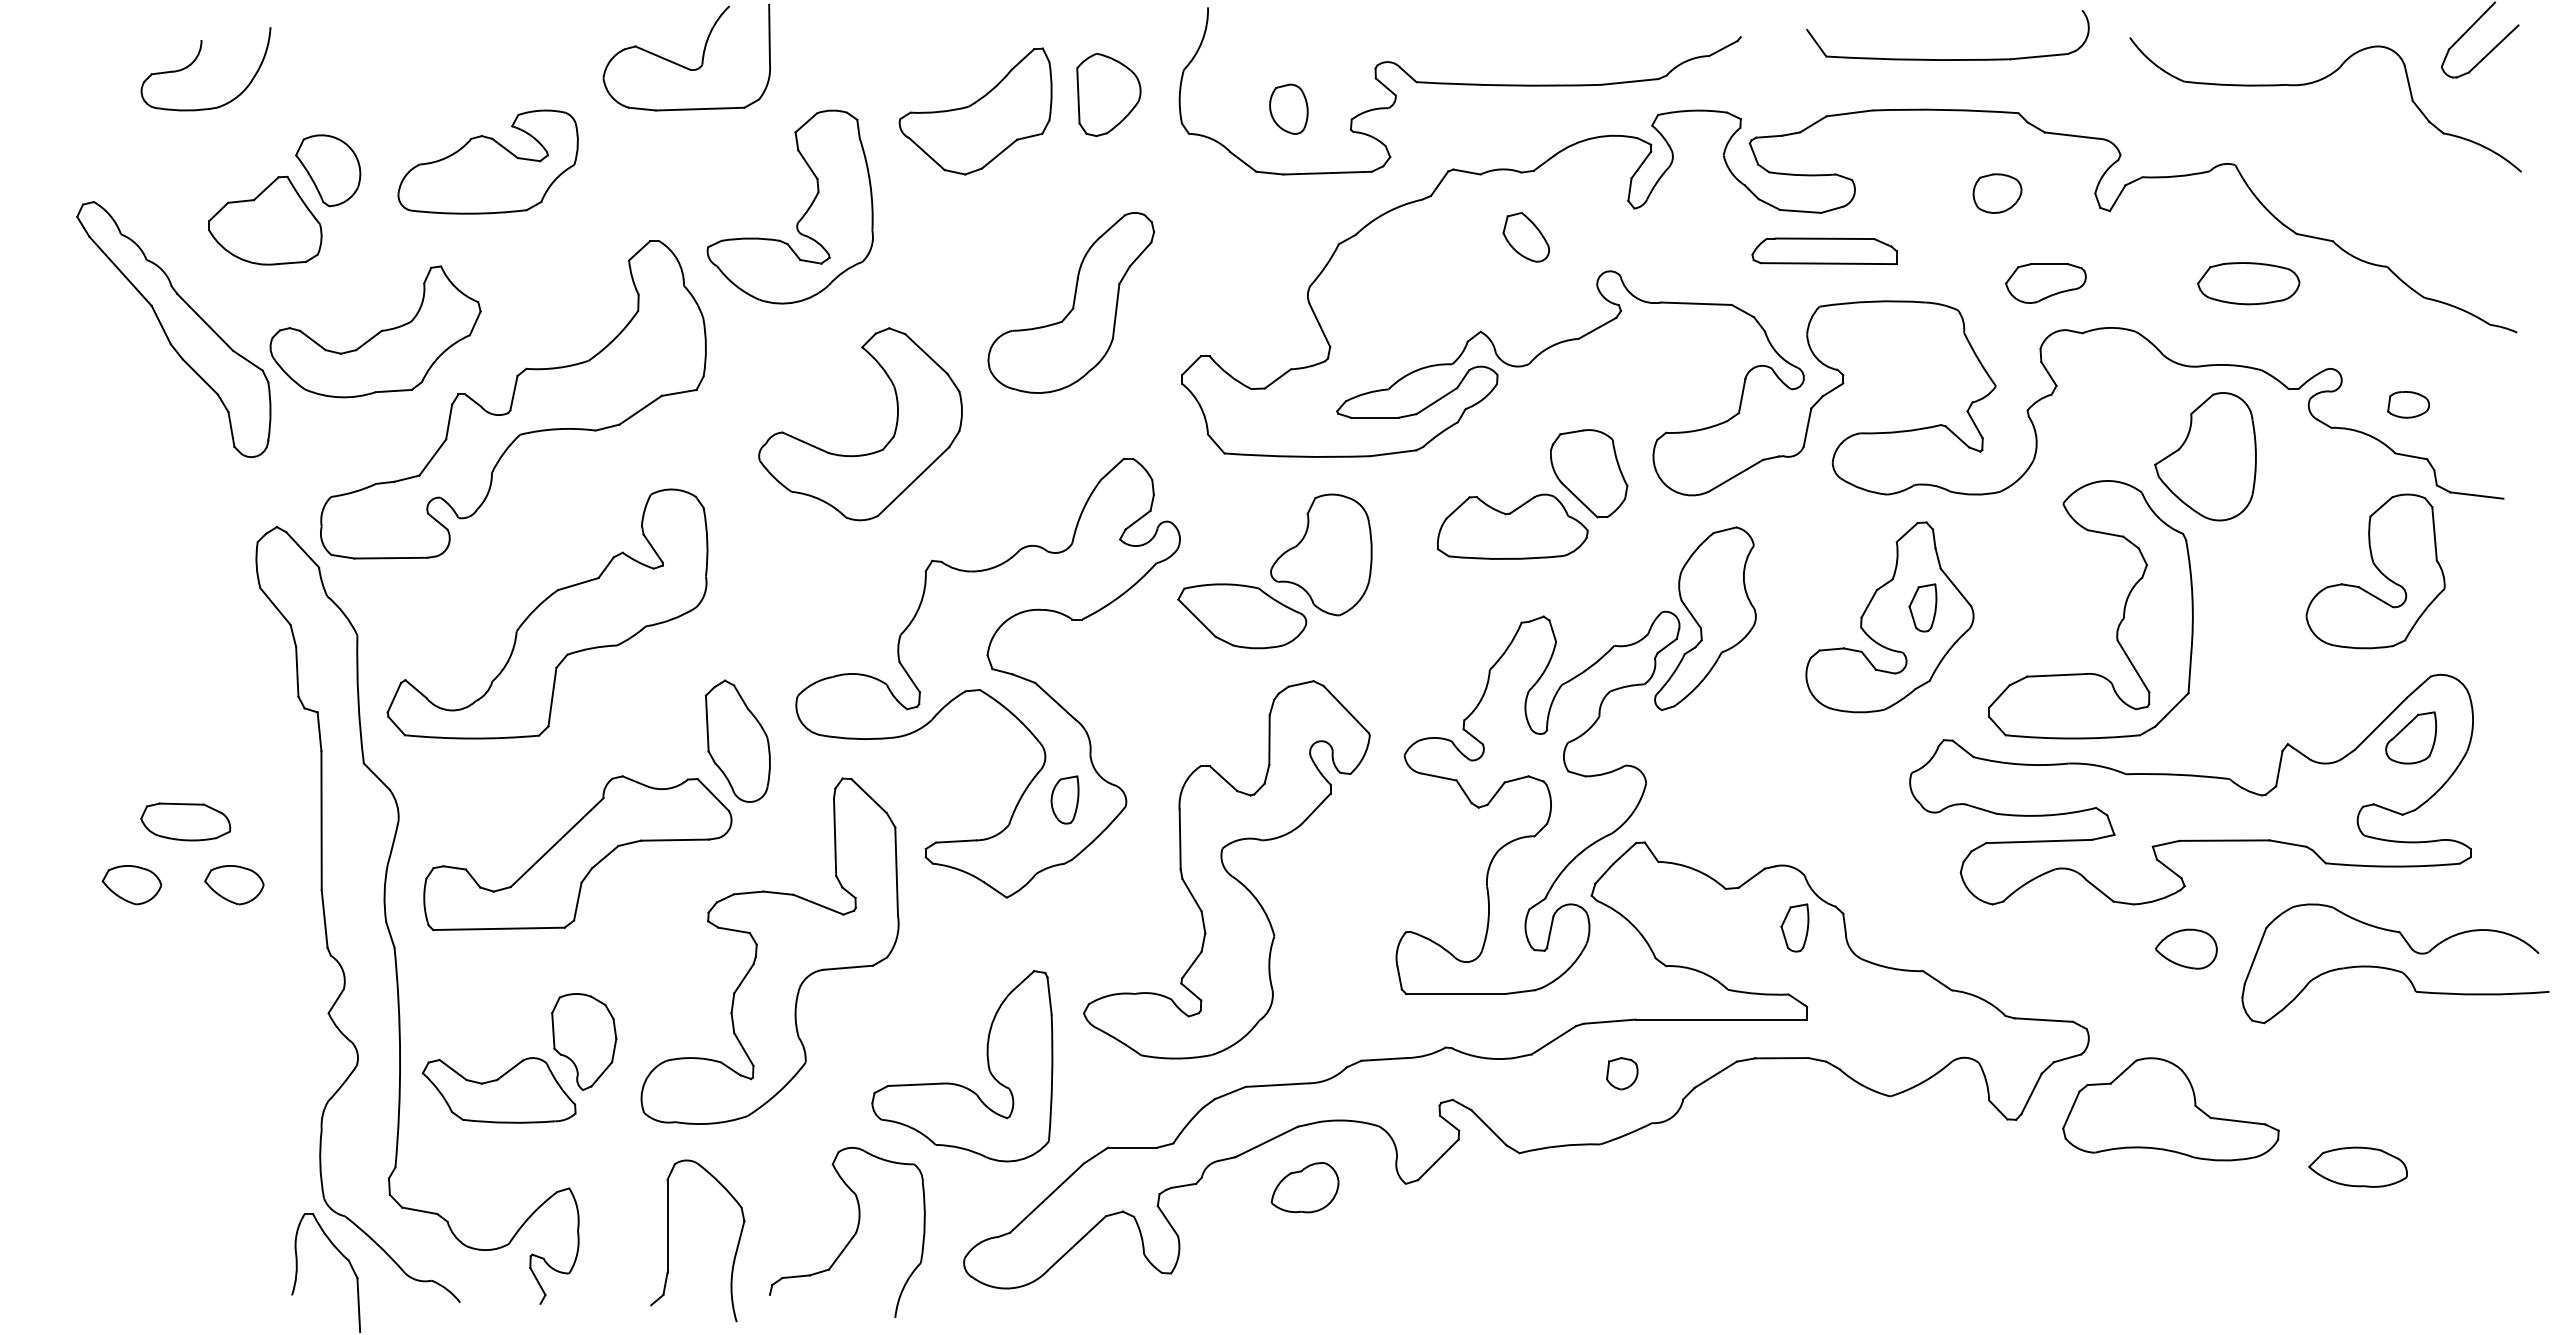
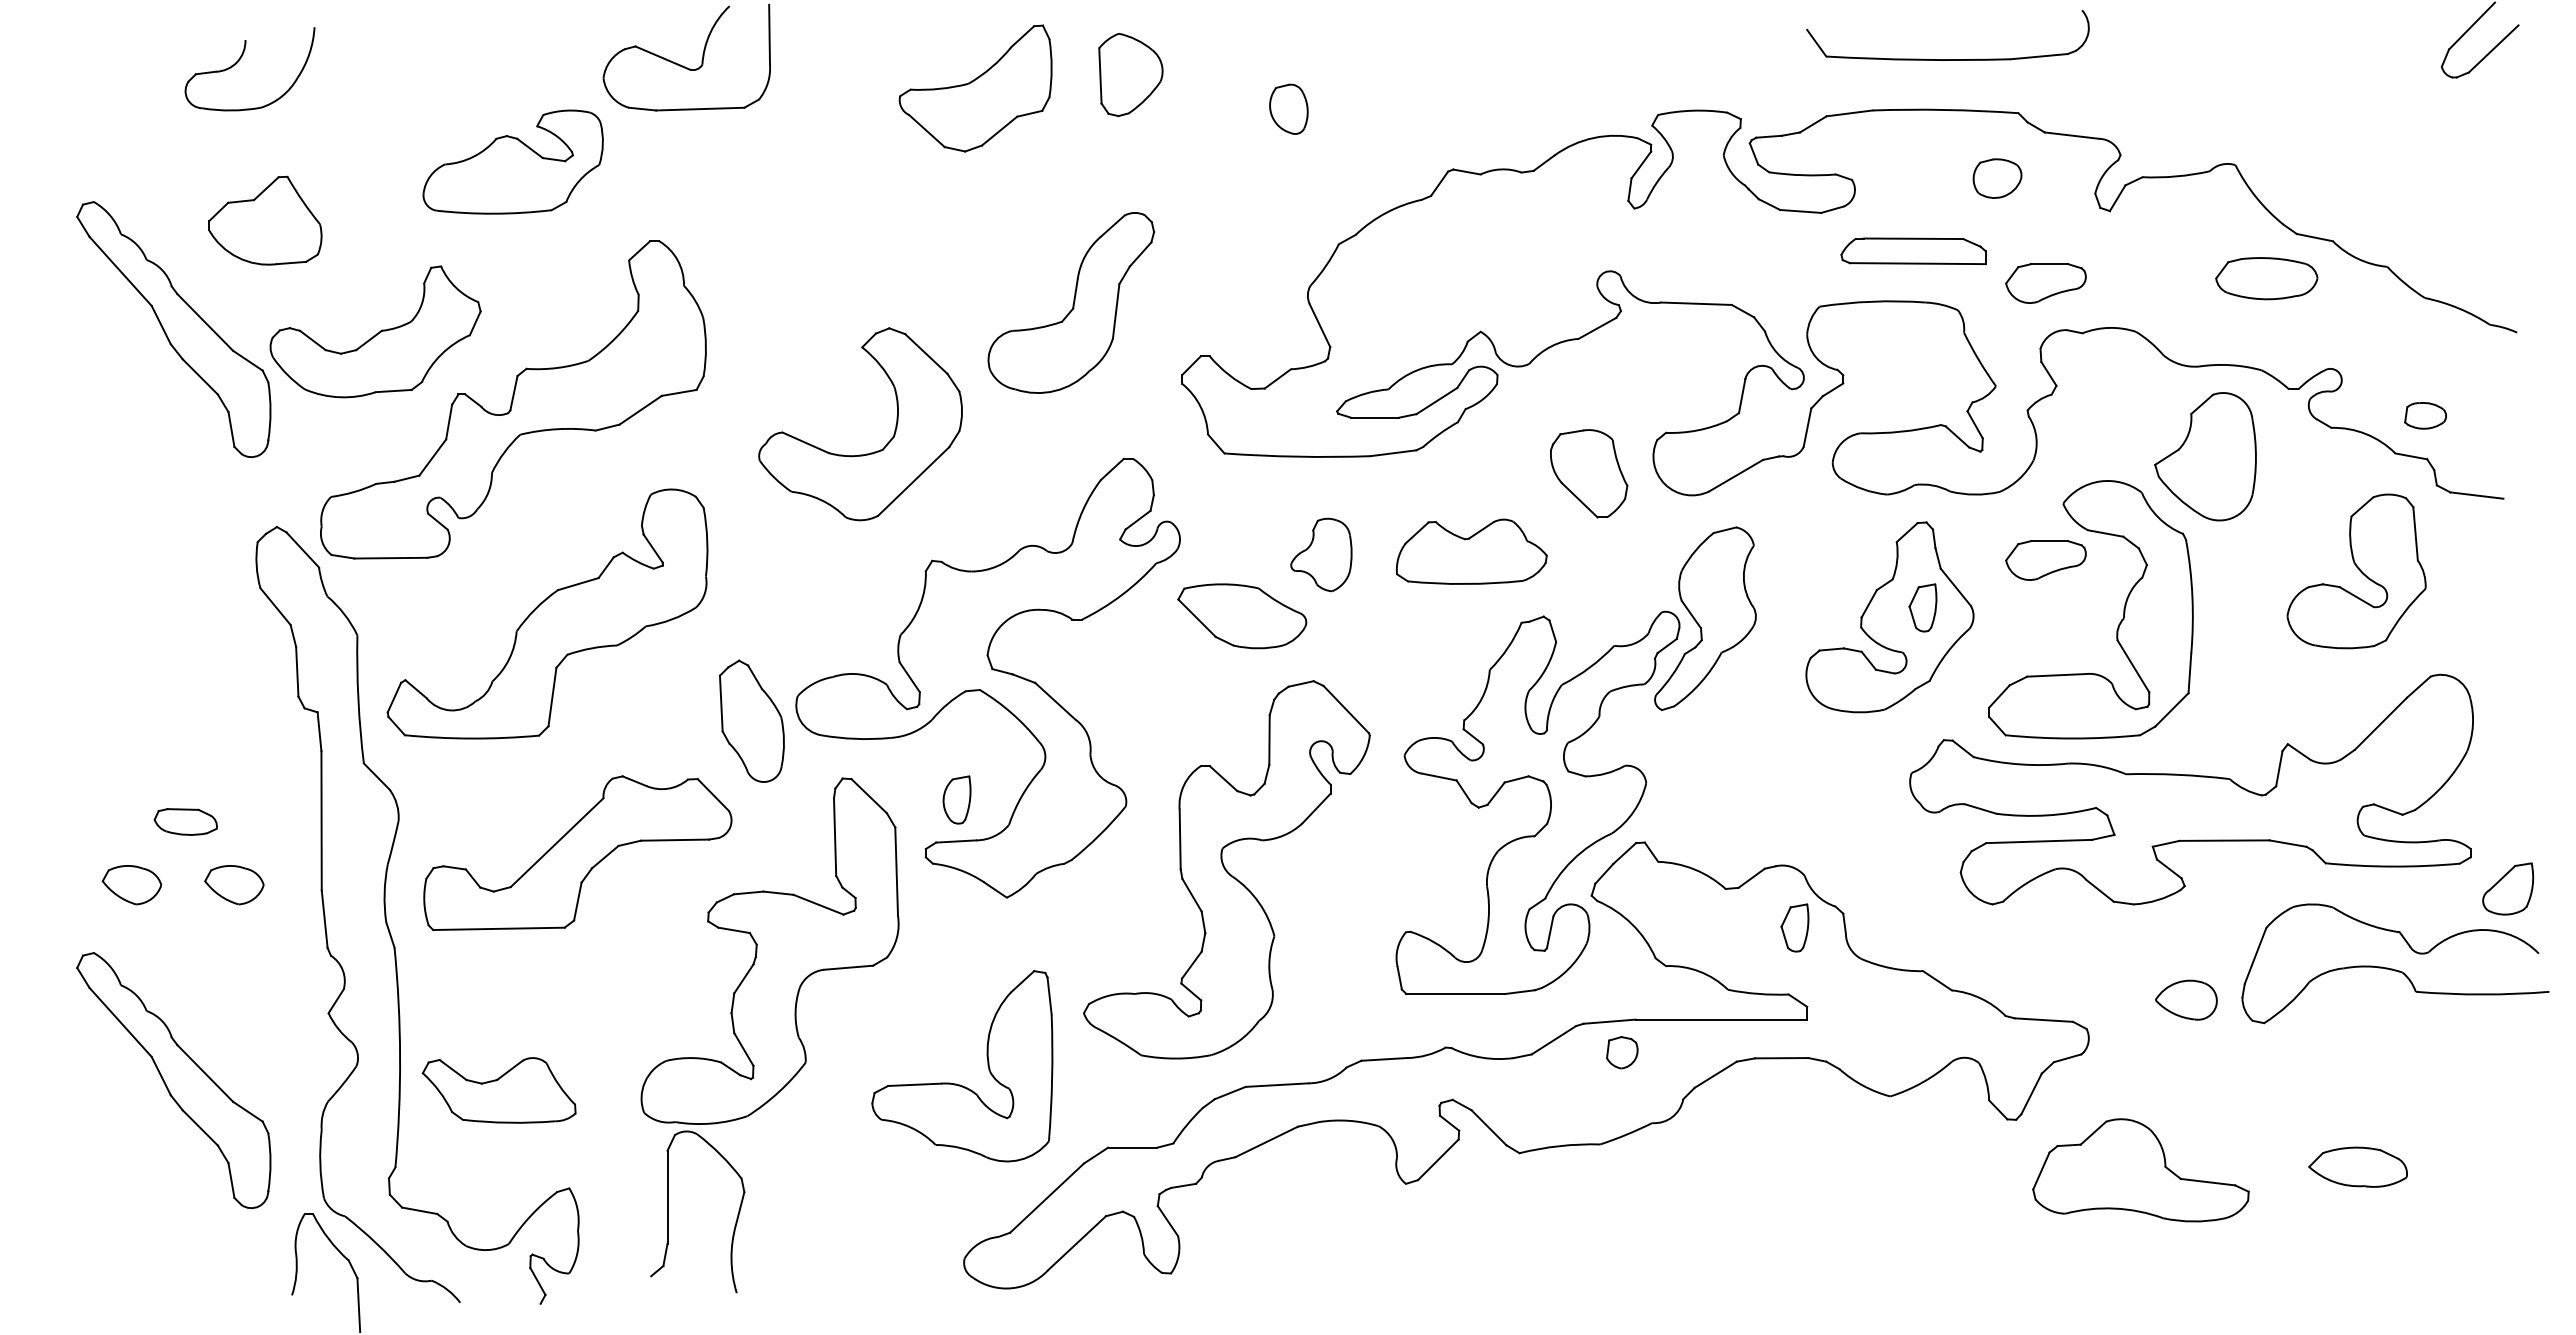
part at (195, 61) position: (195, 61) -> (239, 61)
part at (2319, 81): present -> none
part at (1462, 85): present -> none
part at (1108, 95) position: (1108, 95) -> (1130, 75)
part at (975, 111) position: (975, 111) -> (975, 88)
part at (487, 161) position: (487, 161) -> (512, 161)
part at (328, 170): present -> none
part at (1997, 193) position: (1997, 193) -> (1997, 178)
part at (802, 215): present -> none
part at (1525, 237): present -> none
part at (1824, 250) position: (1824, 250) -> (1913, 250)
part at (2248, 283) position: (2248, 283) -> (2266, 278)
part at (2408, 404) position: (2408, 404) -> (2425, 415)
part at (1512, 526) position: (1512, 526) -> (1471, 551)
part at (1321, 554) size: 103x124 px -> 63x76 px
part at (2045, 560): none -> present
part at (2375, 571) position: (2375, 571) -> (2356, 571)
part at (2411, 737) position: (2411, 737) -> (2508, 888)
part at (737, 740) position: (737, 740) -> (751, 720)
part at (1064, 799) position: (1064, 799) -> (956, 799)
part at (185, 821) size: 92x40 px -> 65x28 px
part at (2186, 948) position: (2186, 948) -> (2186, 999)
part at (584, 1041): present -> none
part at (1622, 1073) position: (1622, 1073) -> (1622, 1052)
part at (173, 1080): none -> present
part at (2170, 1109) position: (2170, 1109) -> (2140, 1170)
part at (1304, 1187): present -> none
part at (853, 1234): present -> none
part at (668, 1240) position: (668, 1240) -> (668, 1211)
